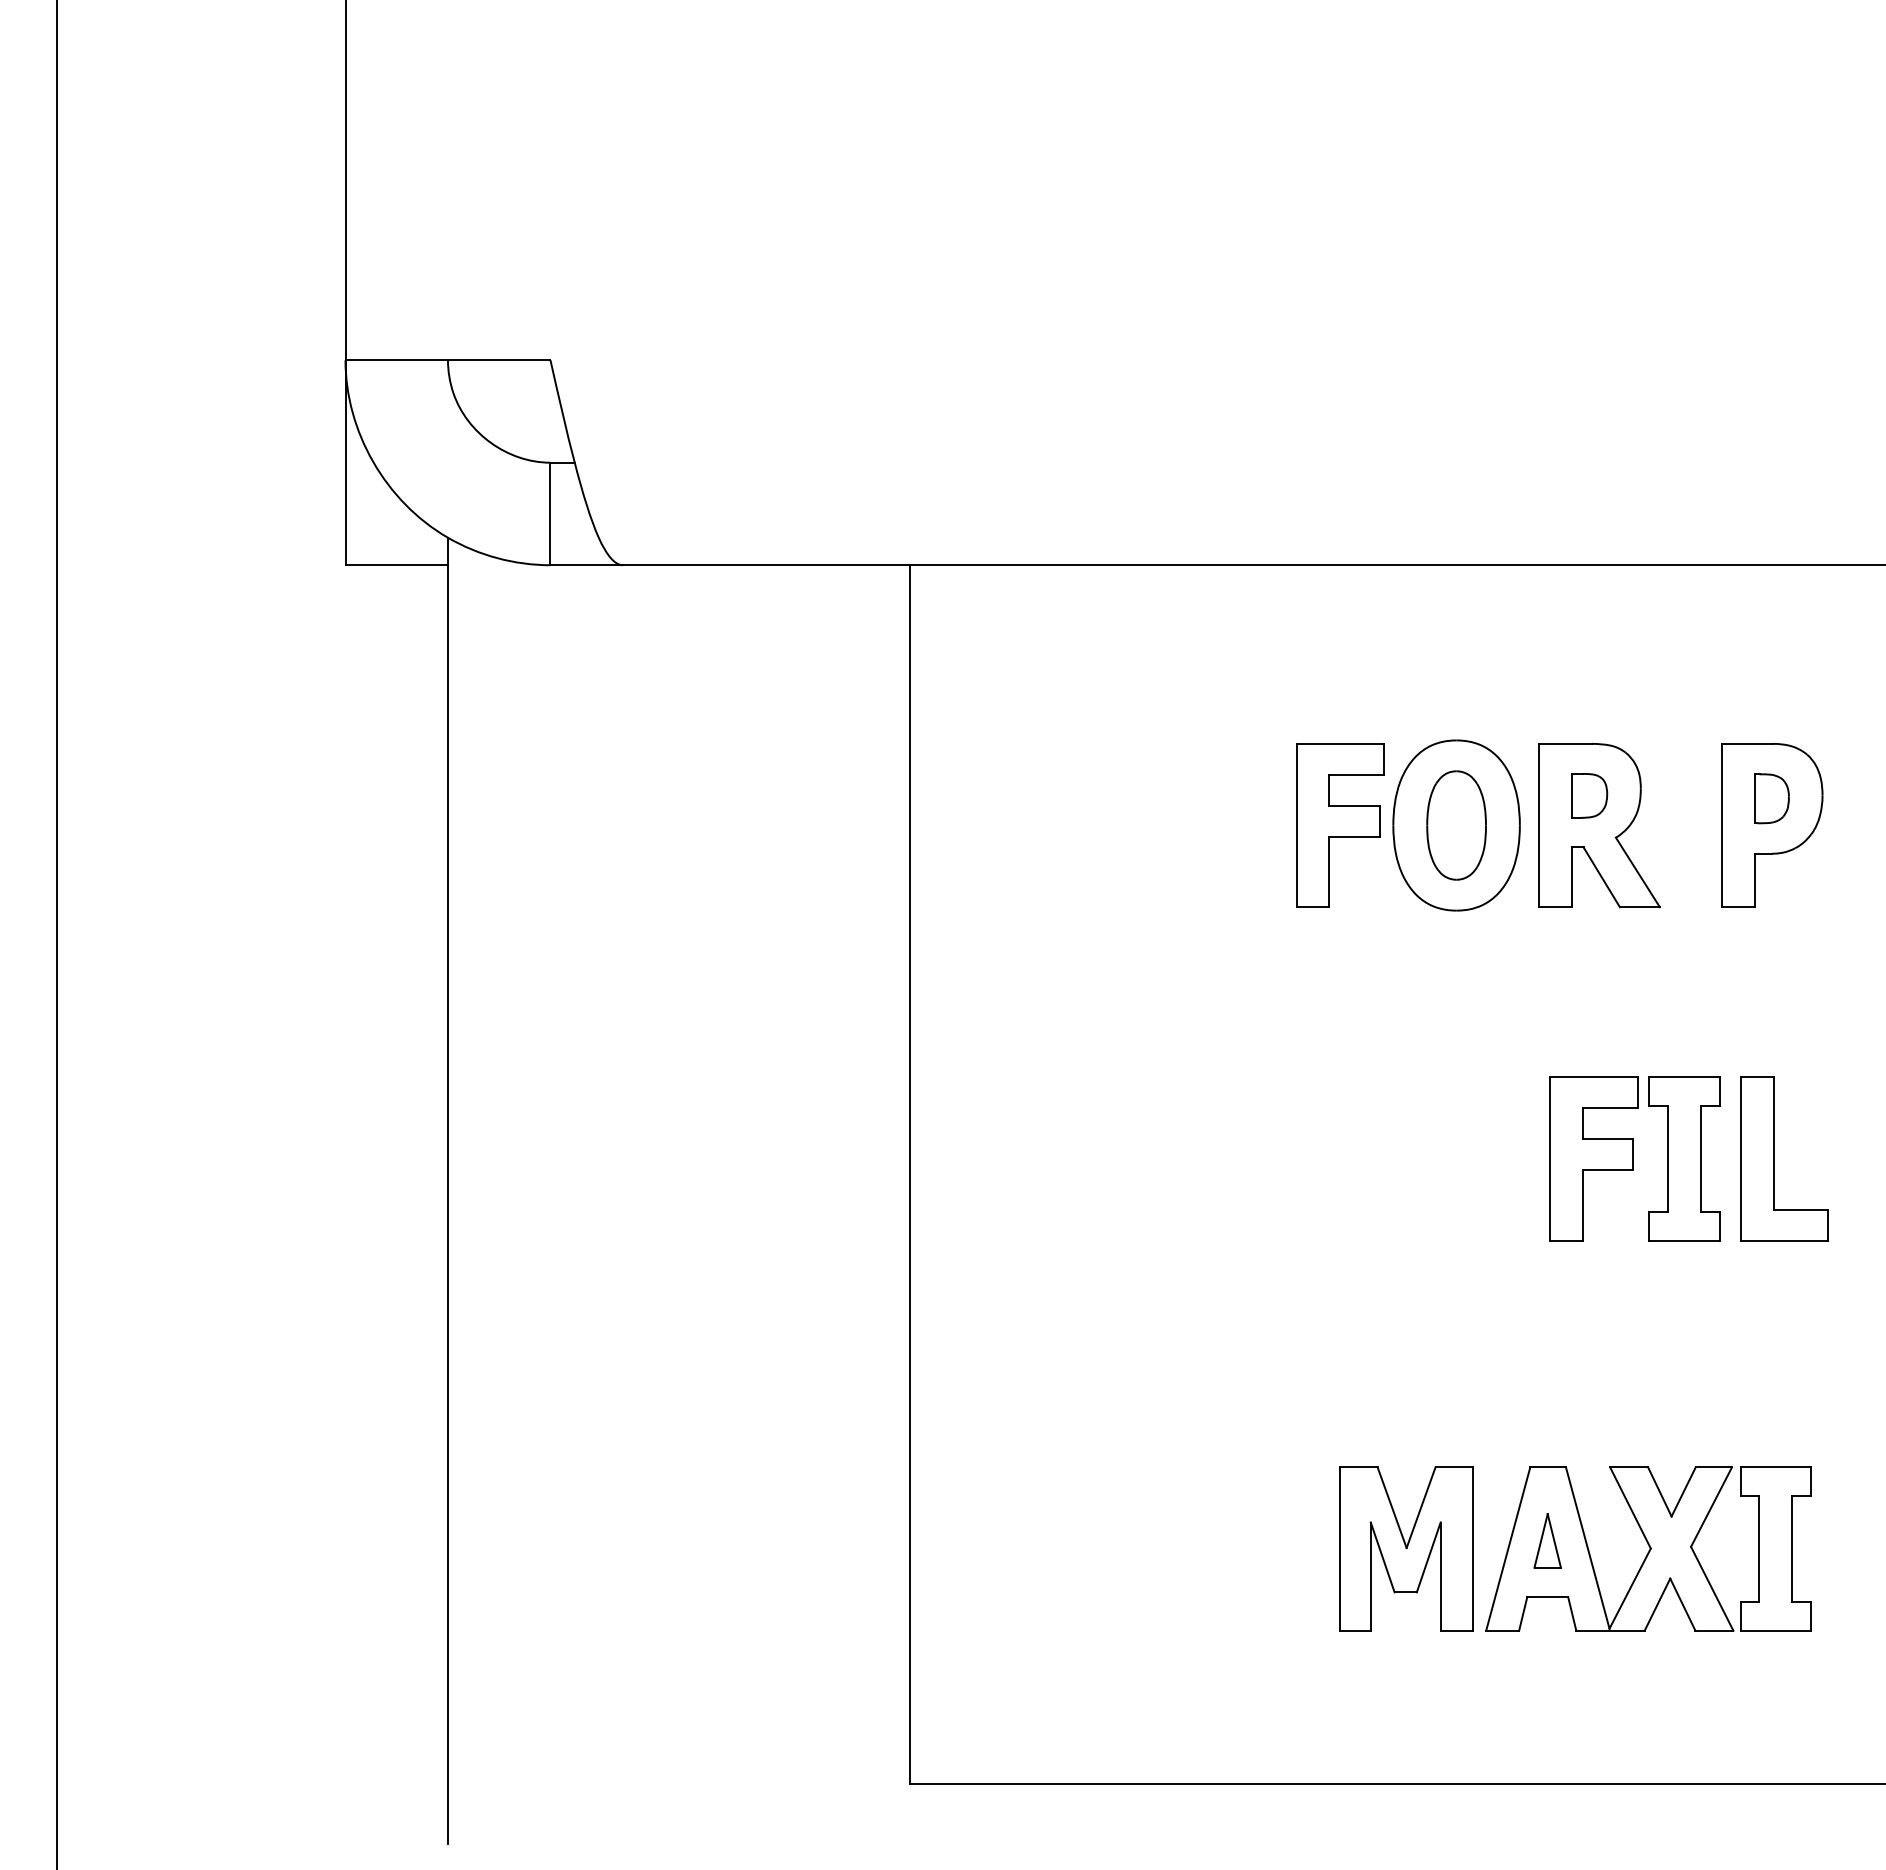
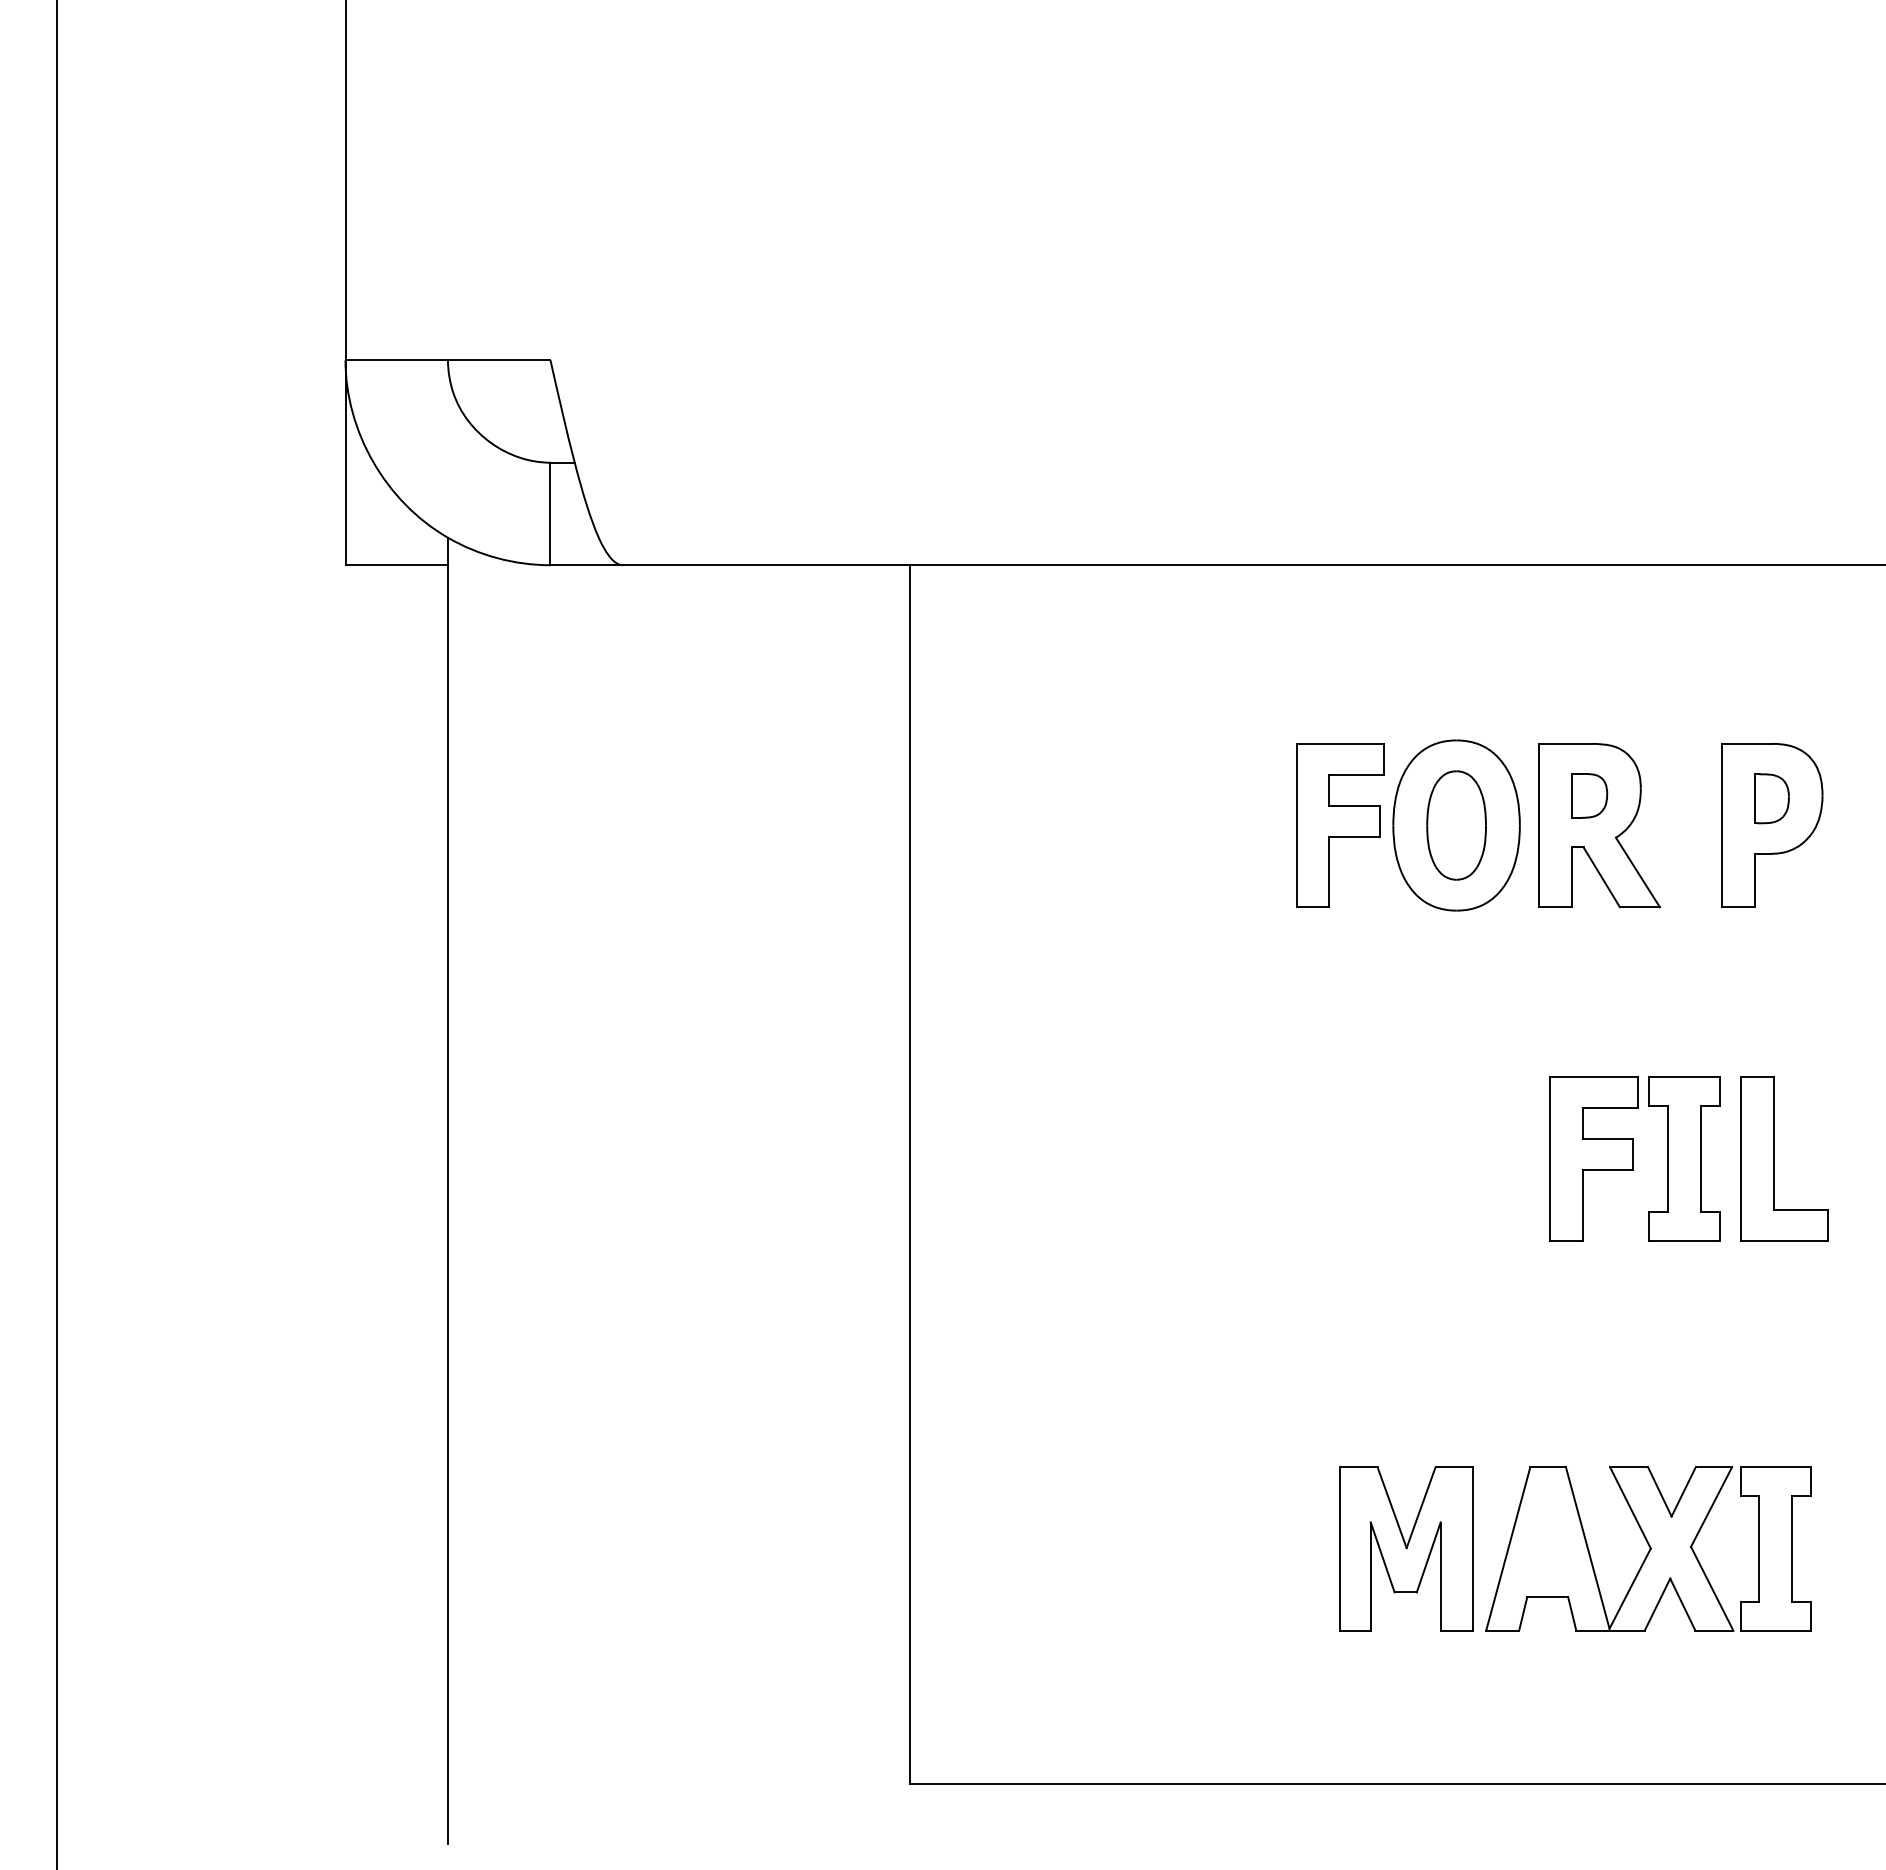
part at (1547, 1540): present -> none
